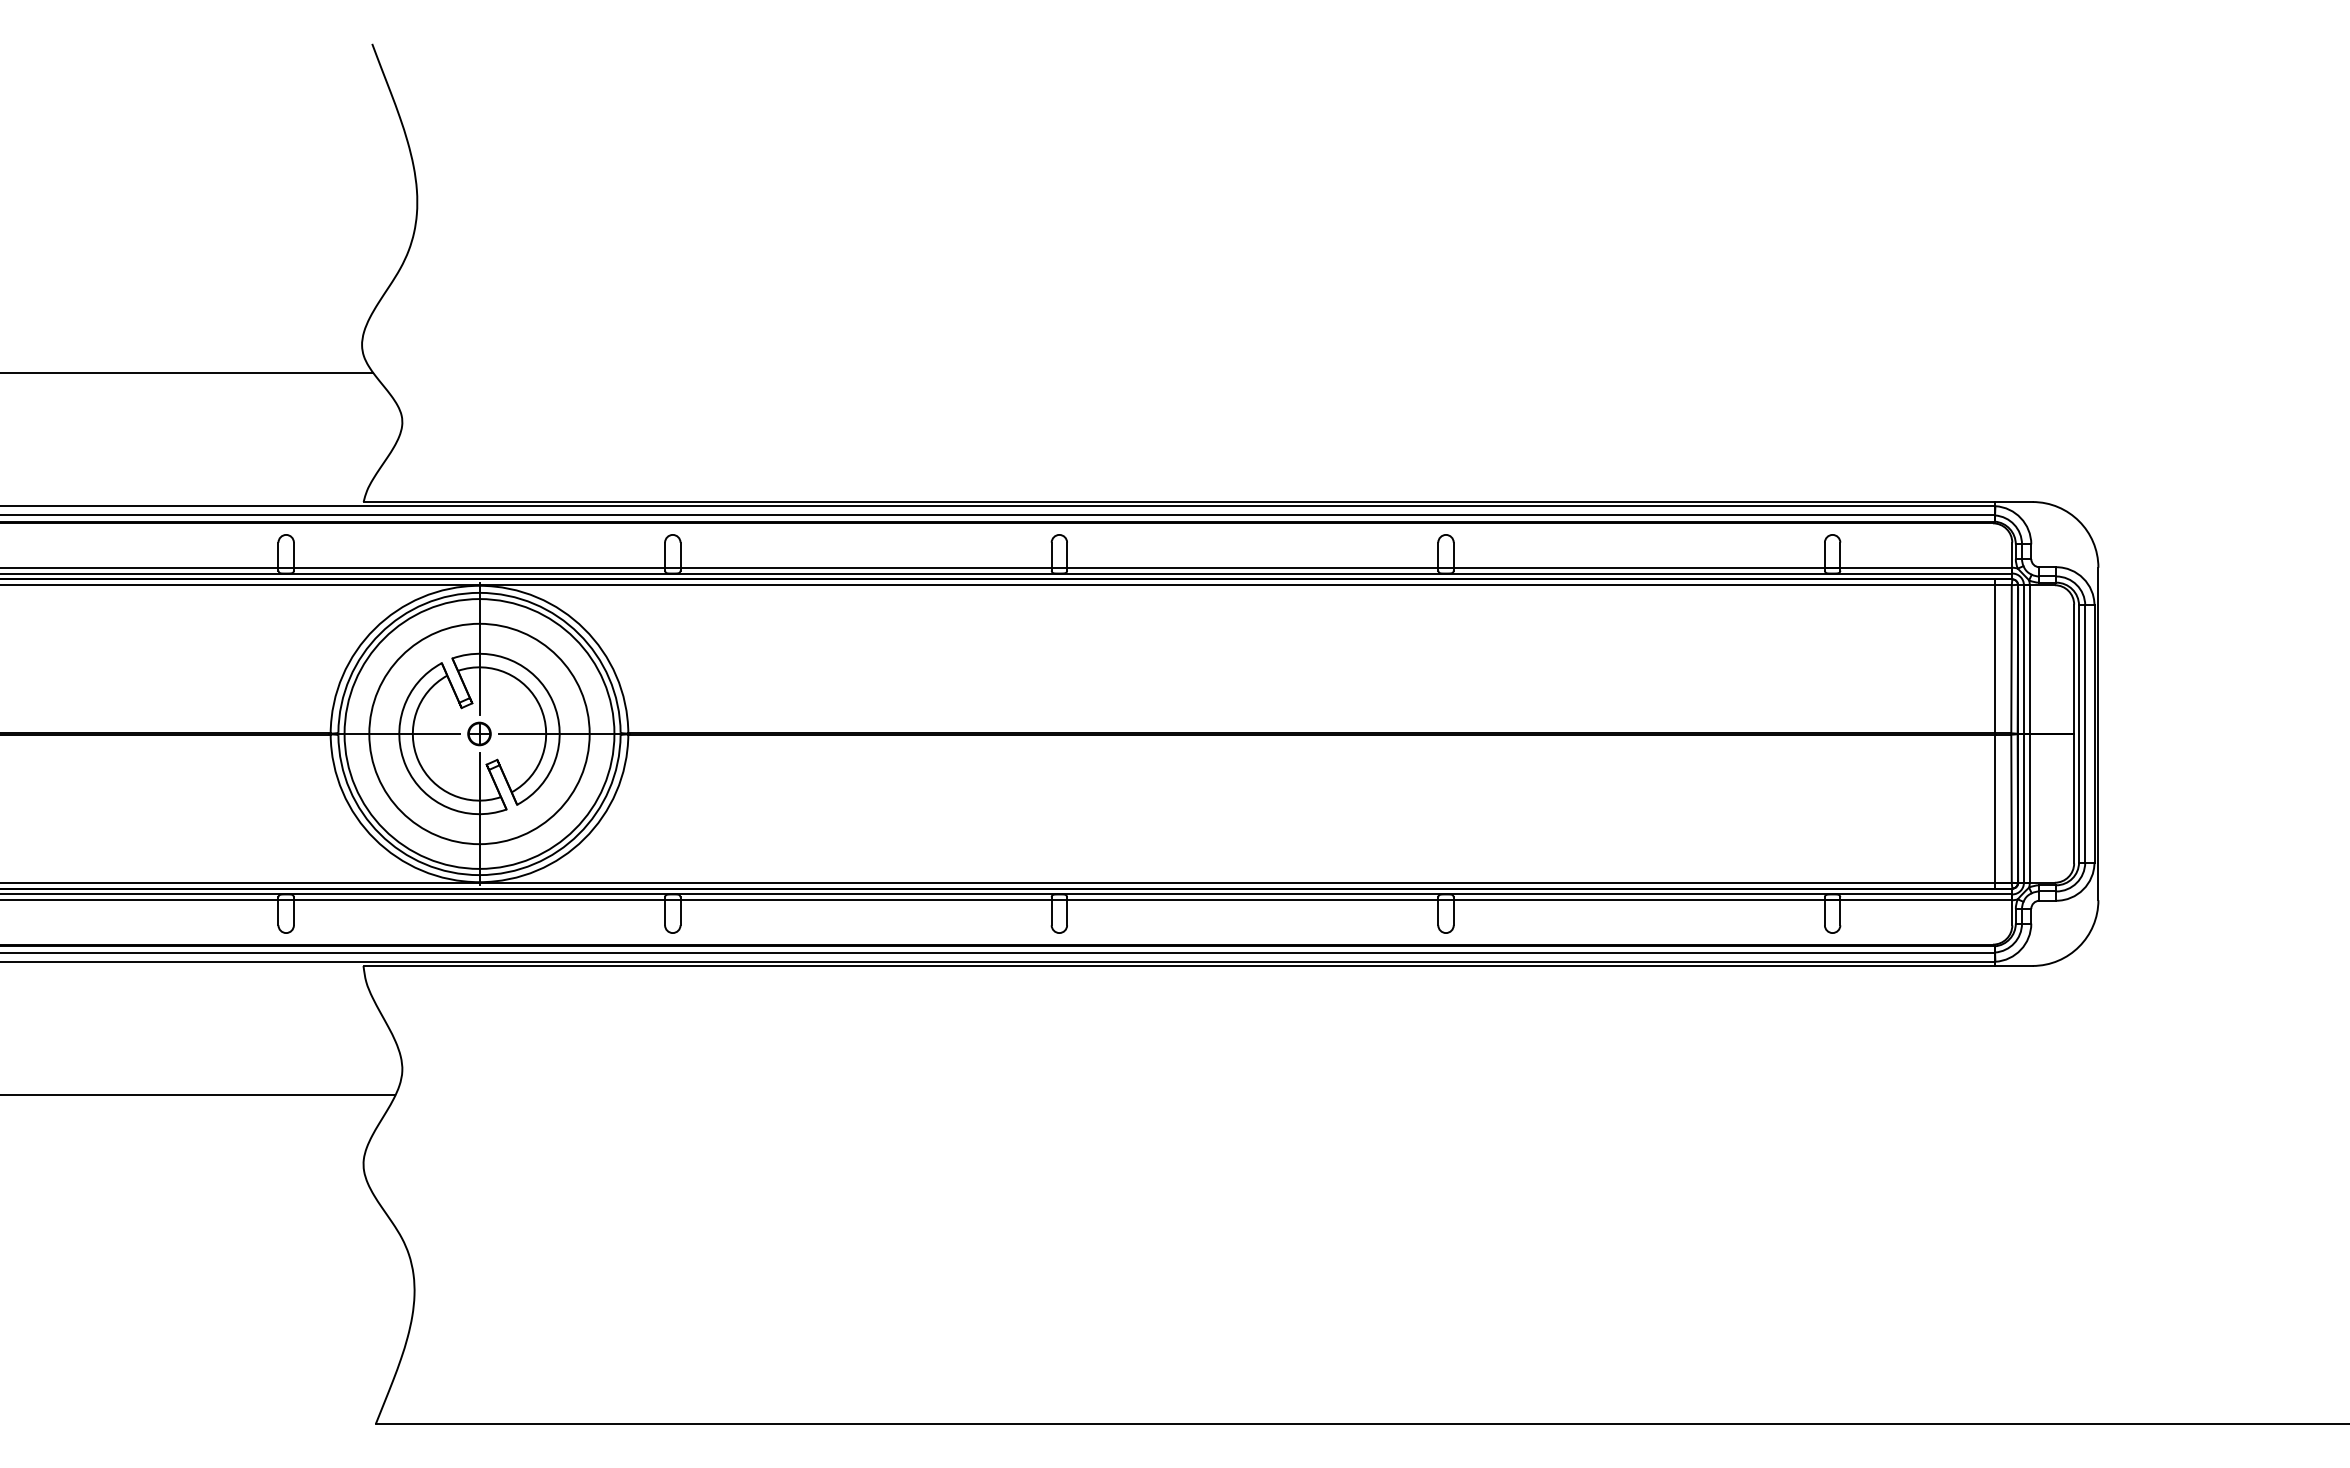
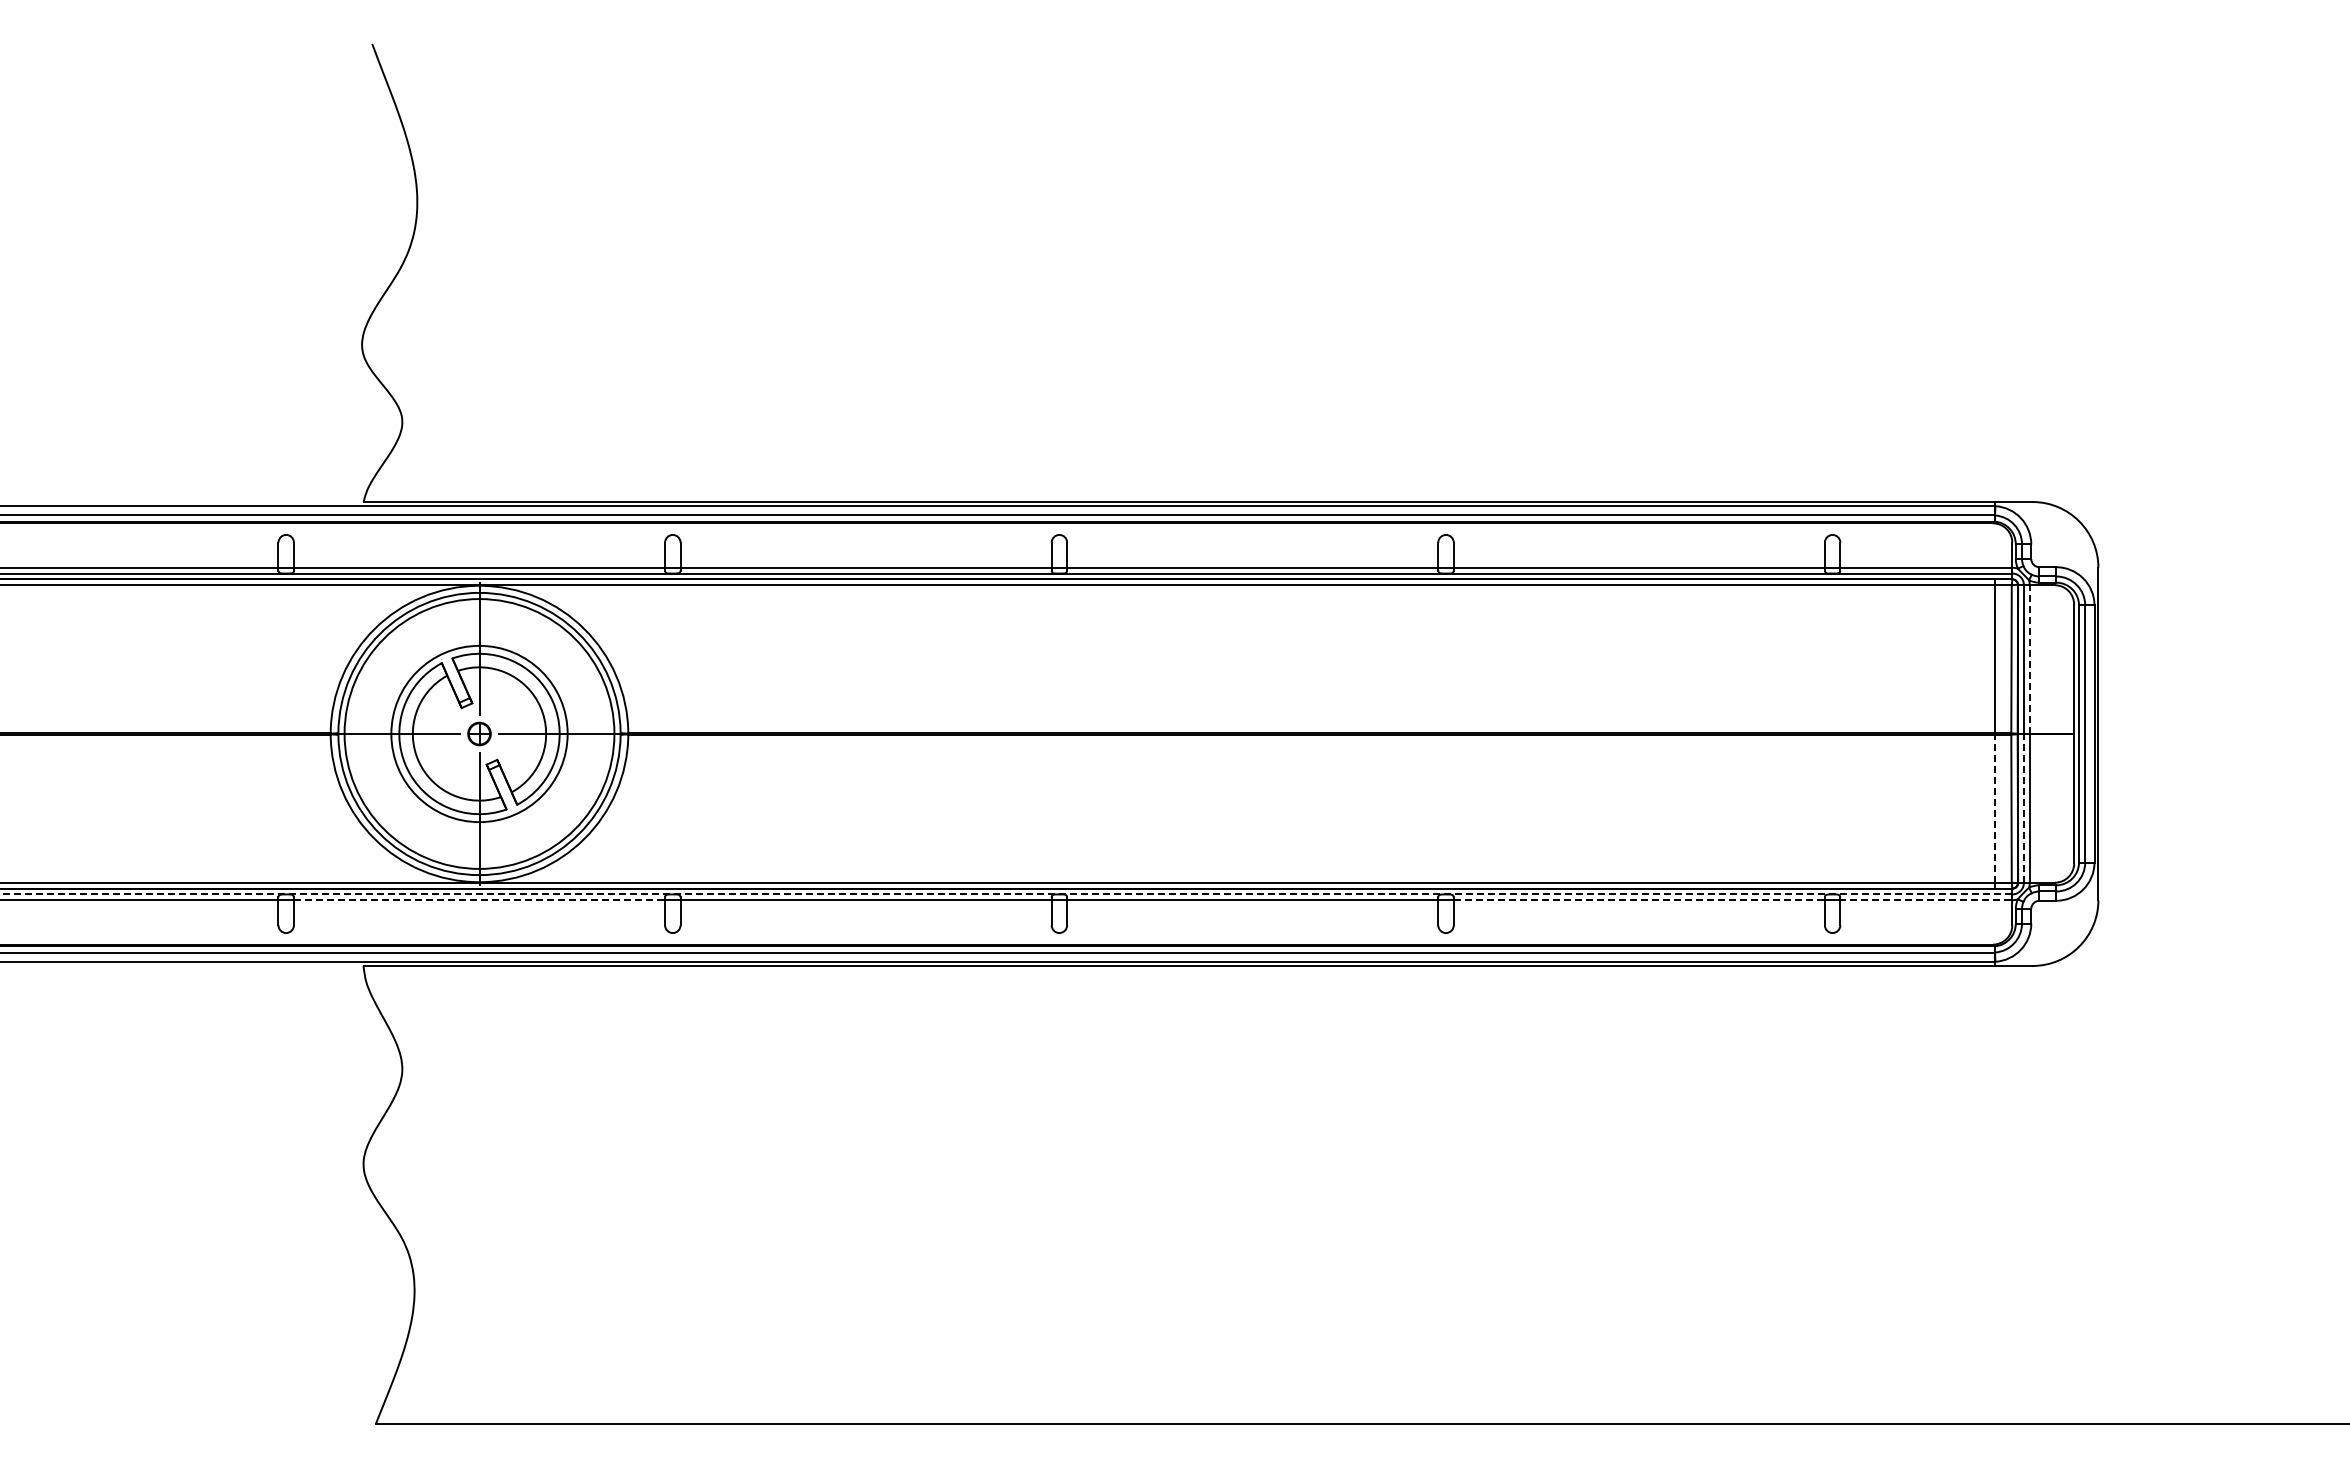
line at (187, 372): present -> none
line at (2029, 659): solid -> dashed
circle at (479, 733) diameter: 220 px -> 176 px
line at (2023, 807): solid -> dashed
line at (1994, 808): solid -> dashed
line at (1006, 894): solid -> dashed
line at (479, 900): solid -> dashed
line at (1733, 900): solid -> dashed
line at (198, 1095): present -> none
